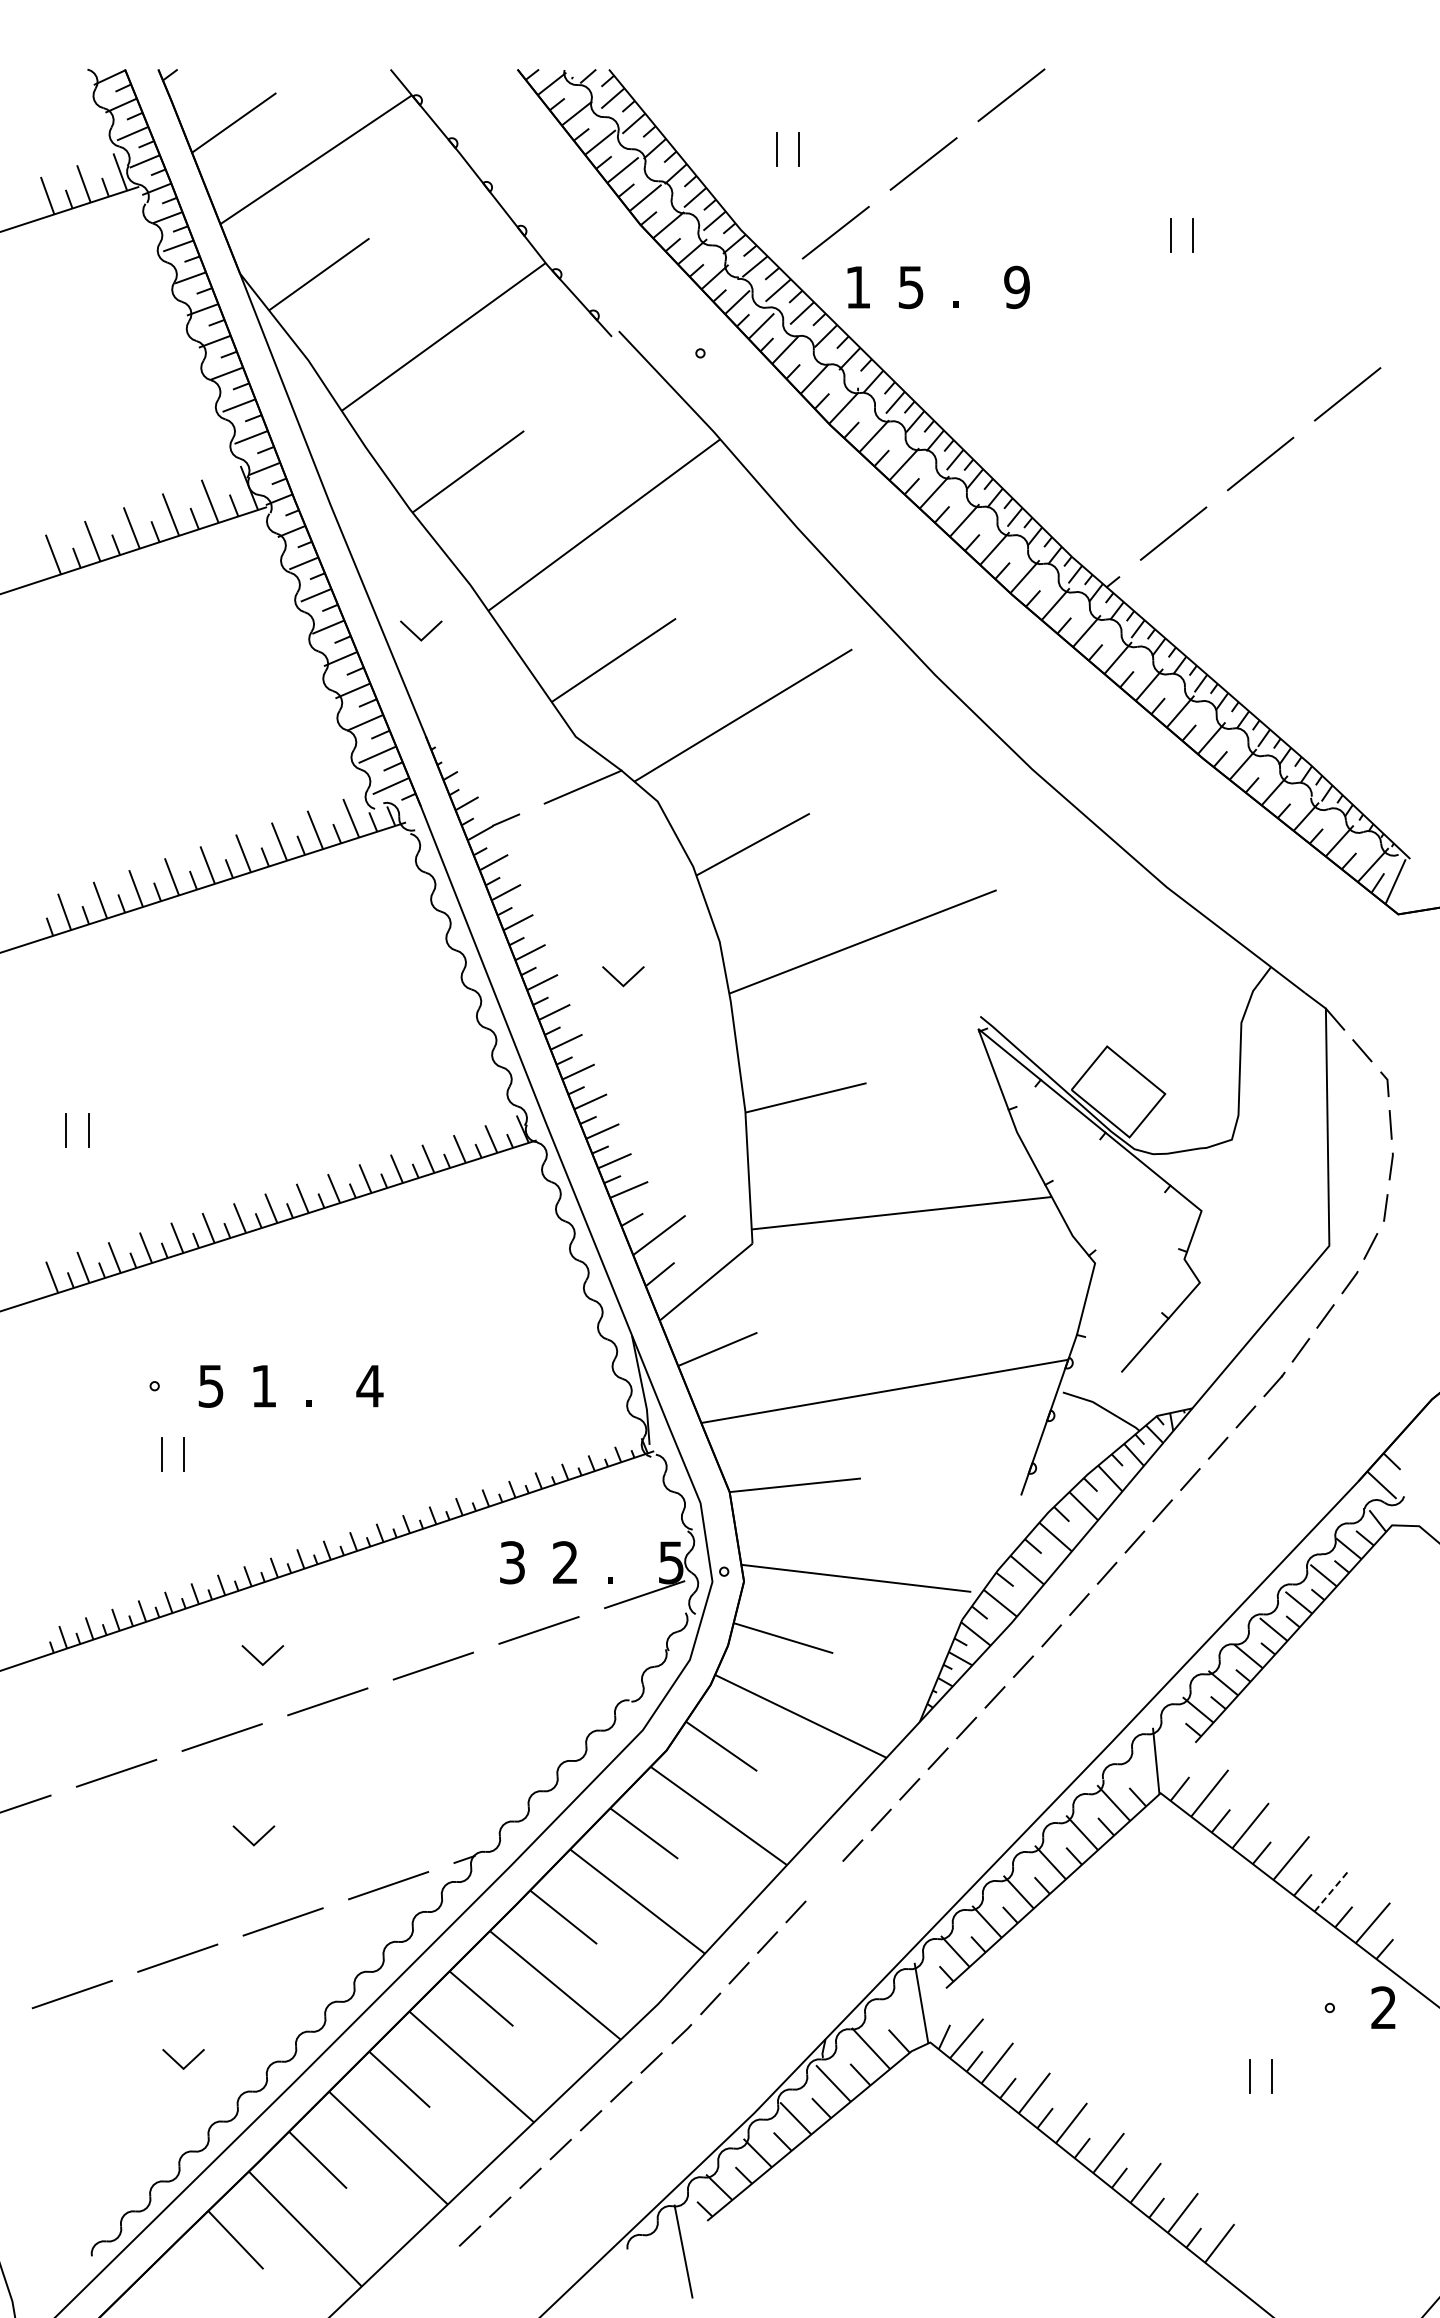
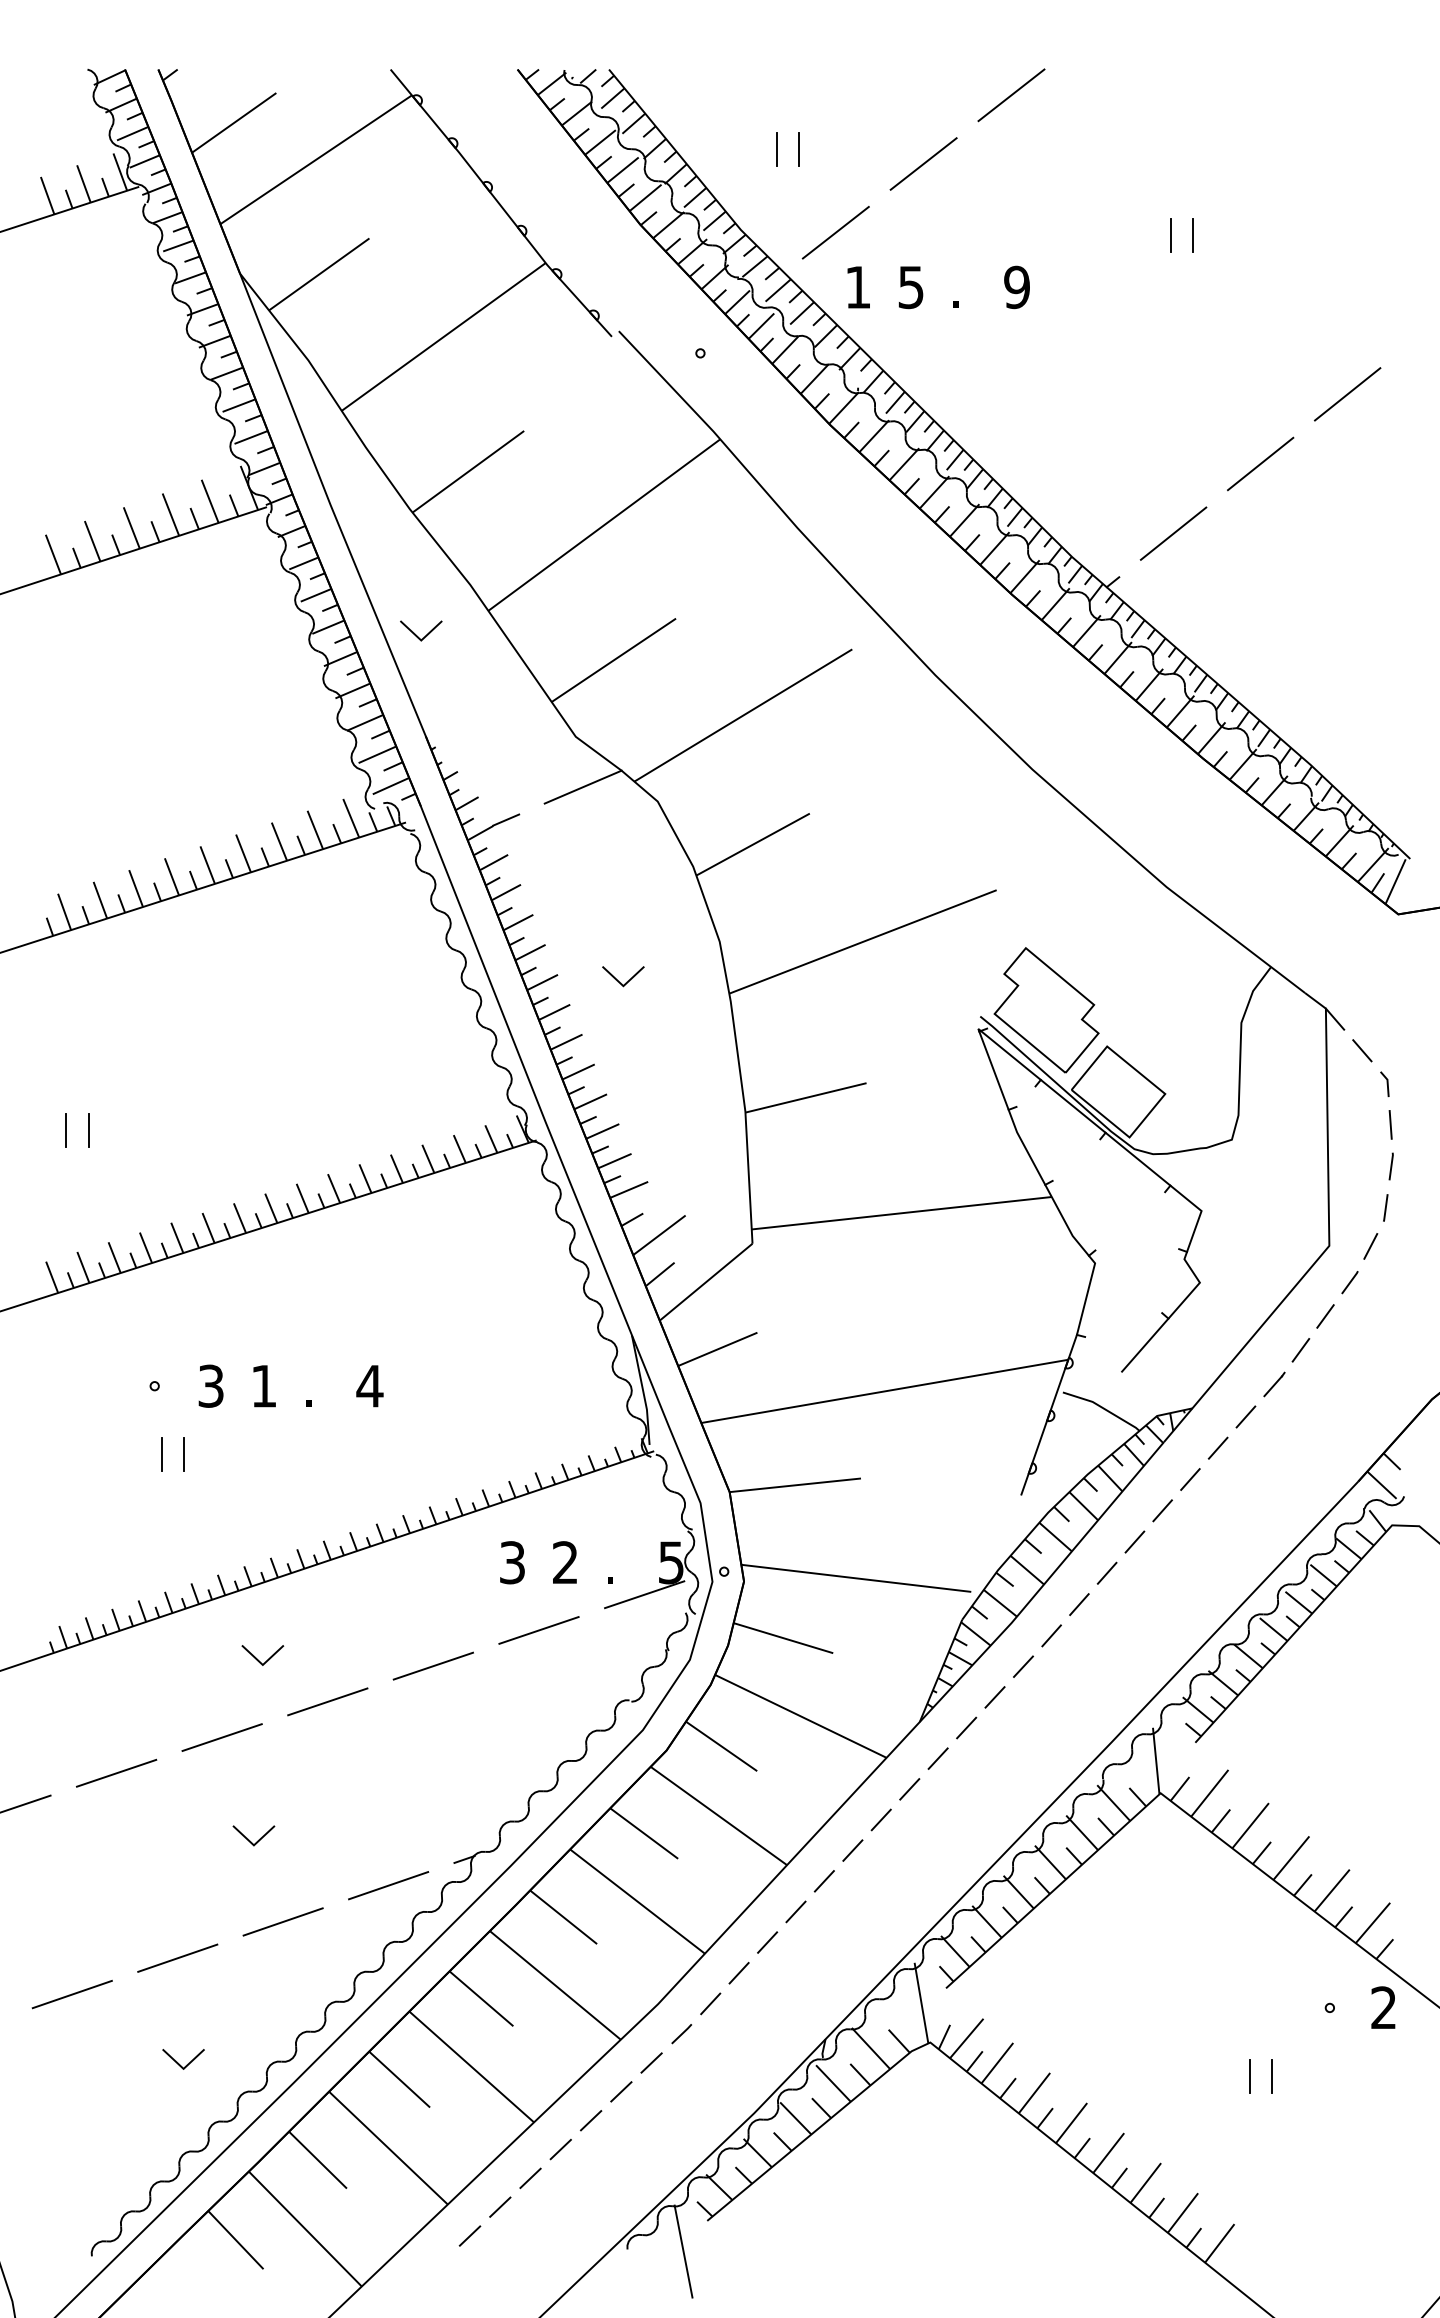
part at (1046, 1010): none -> present
text at (211, 1385): 5 -> 3
line at (823, 1881): none -> present
line at (1332, 1890): dashed -> solid
